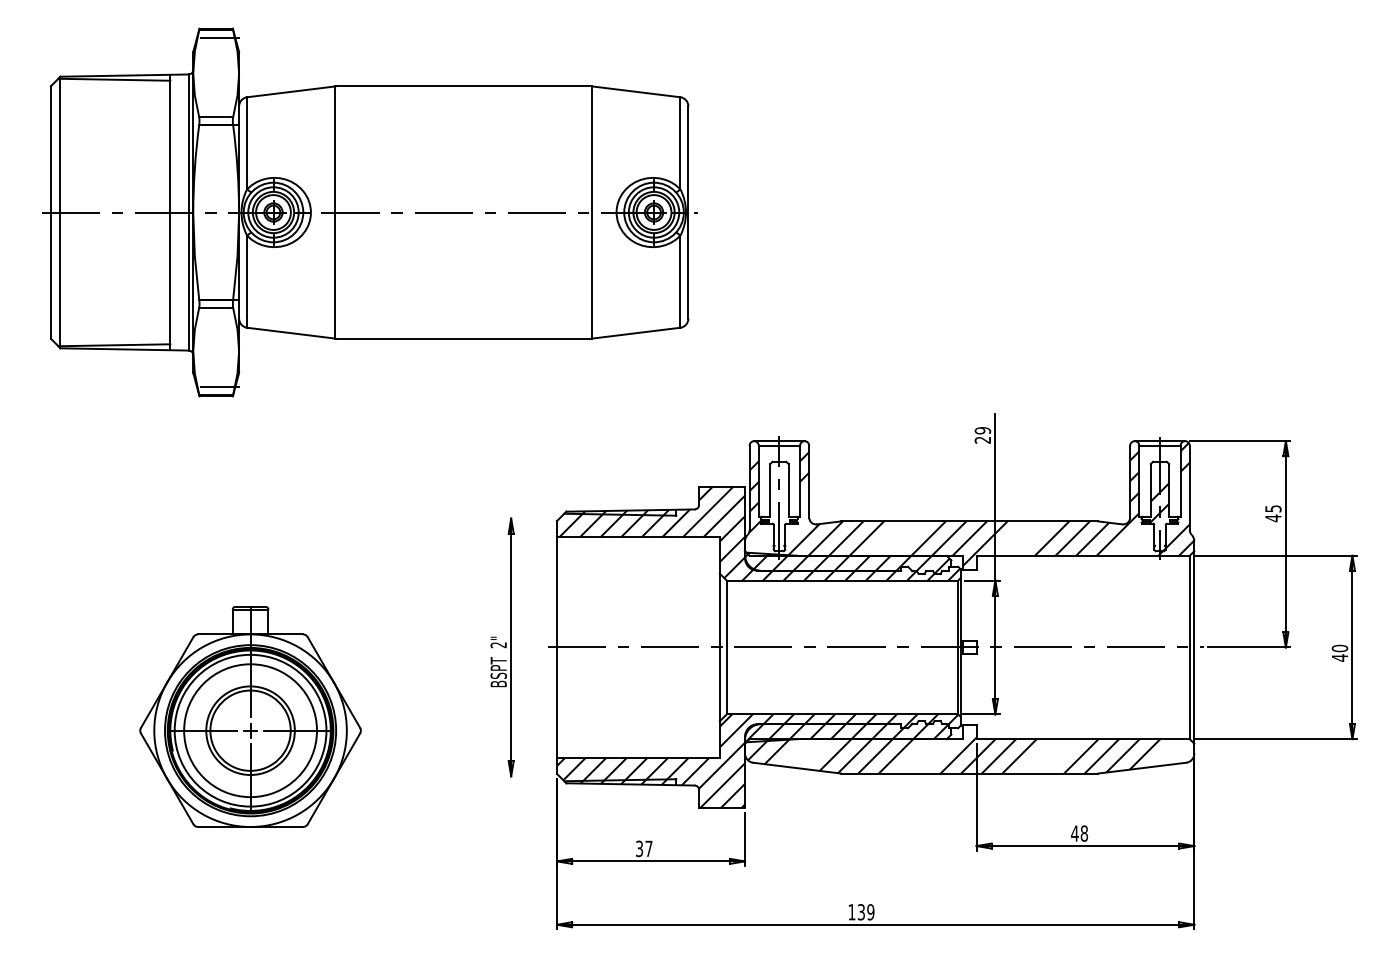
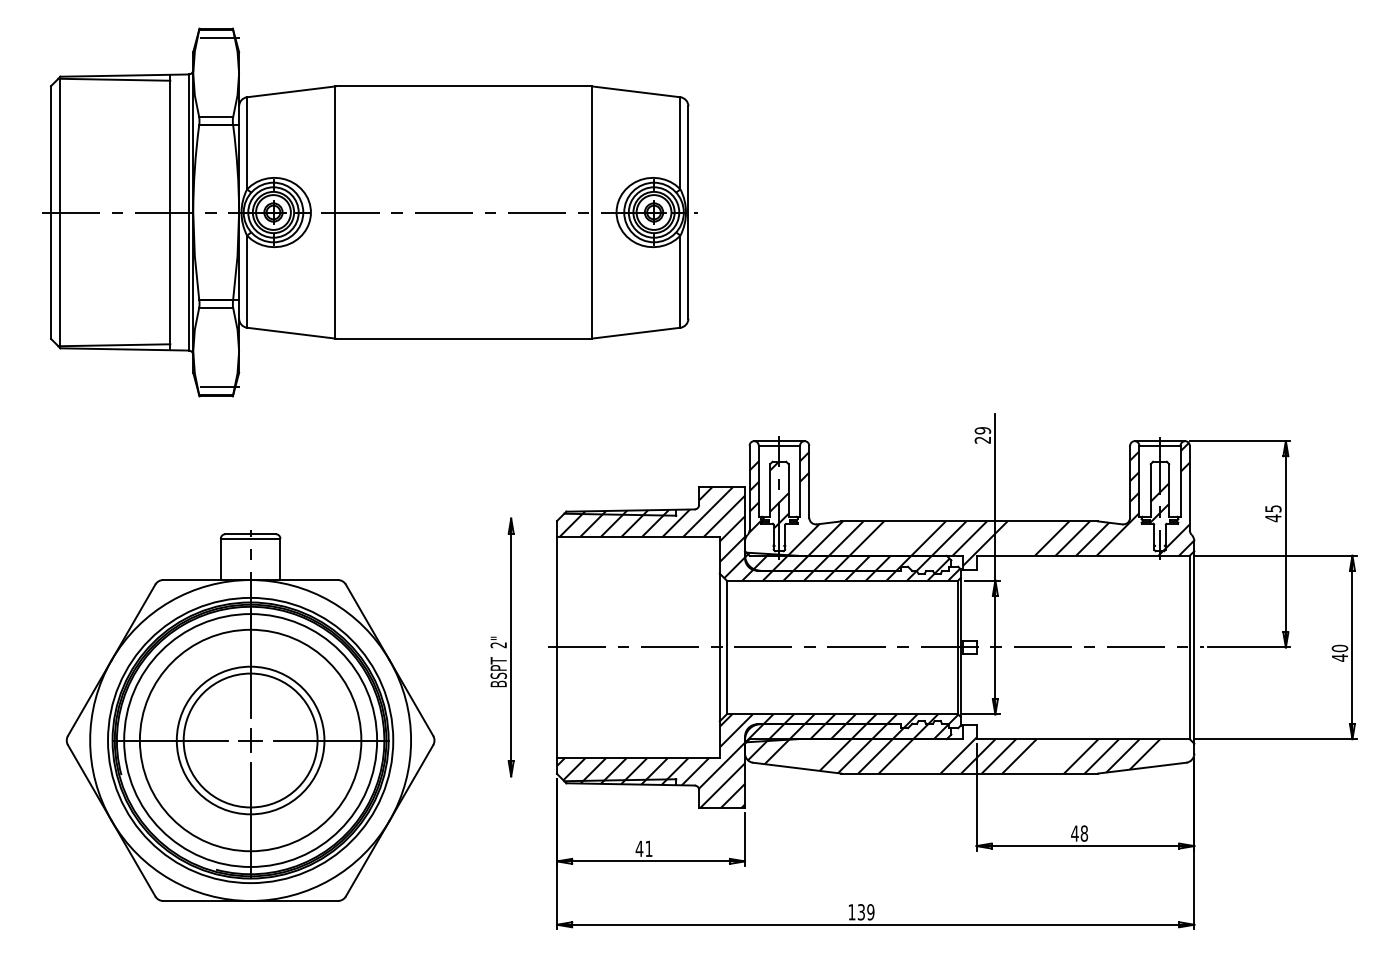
hatch at (774, 494): none -> present
part at (250, 716) size: 223x222 px -> 371x372 px
text at (643, 848): 37 -> 41
